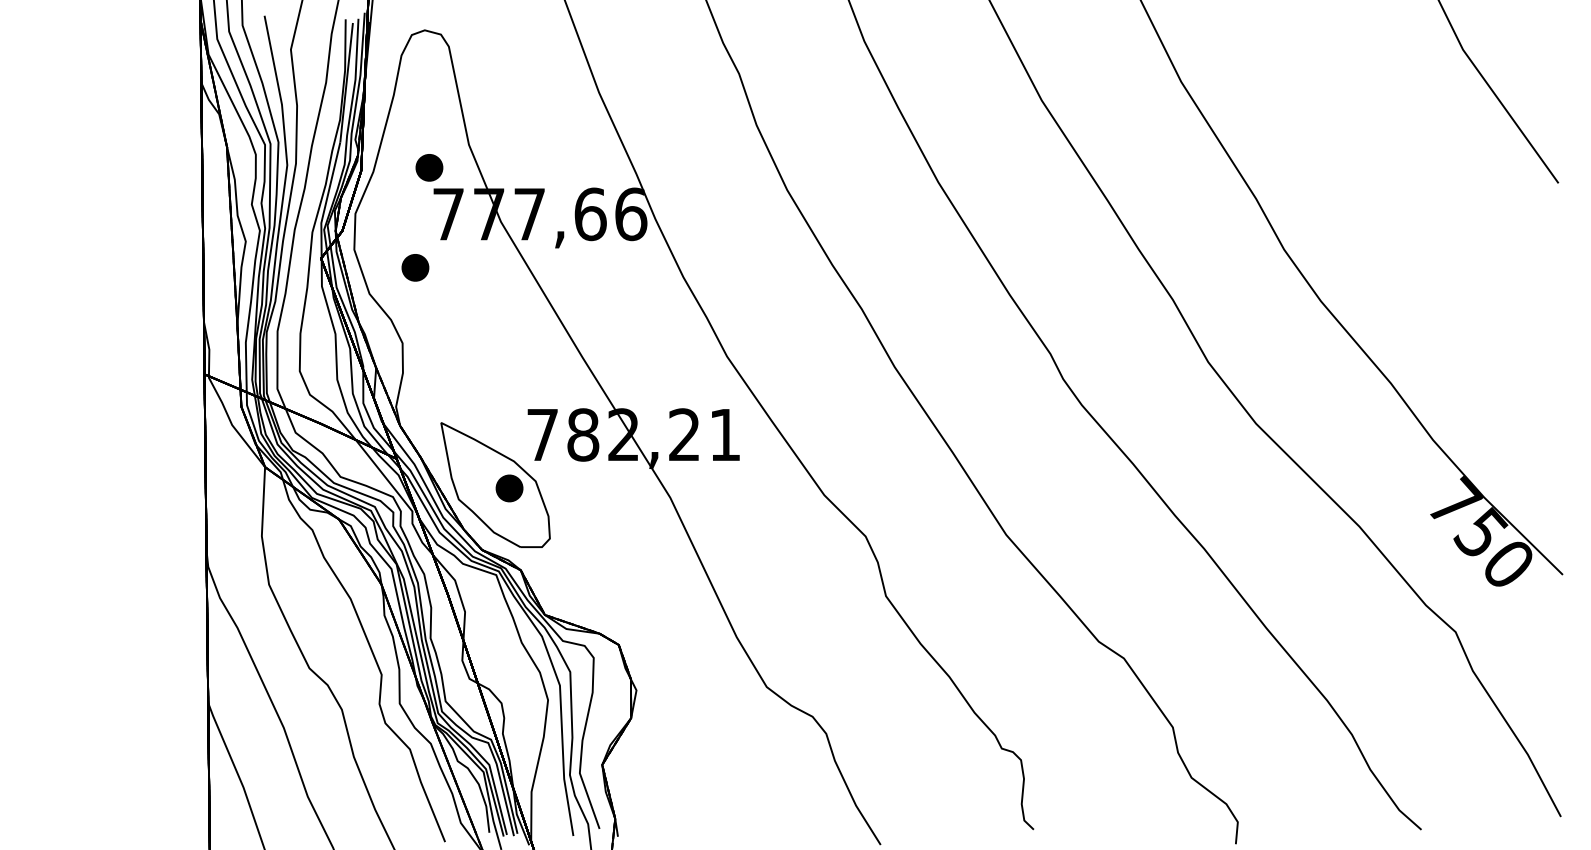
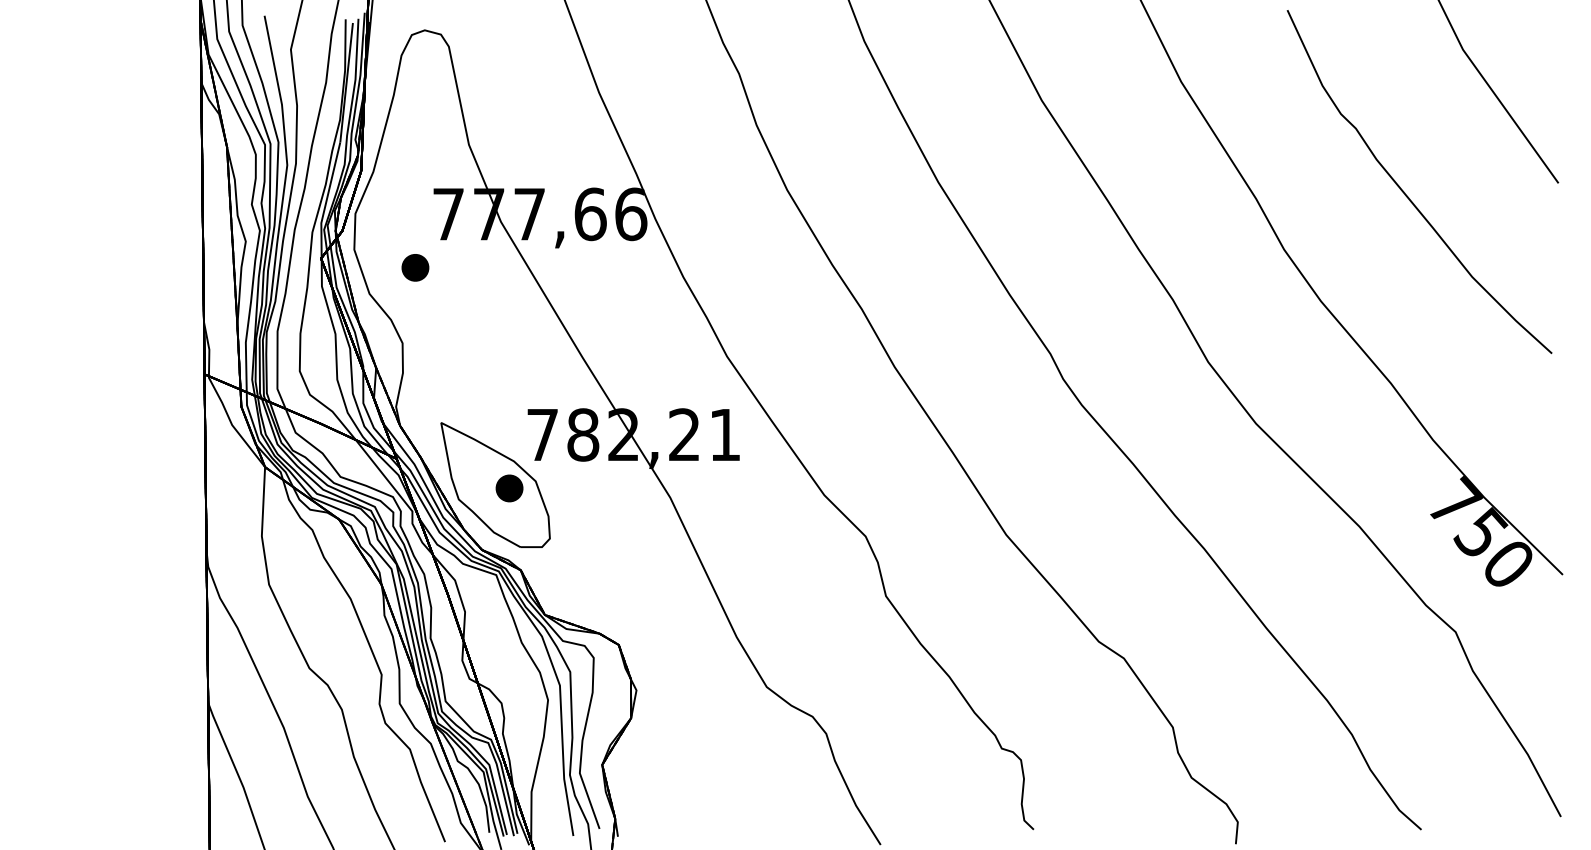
part at (429, 167): present -> none
curve at (1404, 191): none -> present
